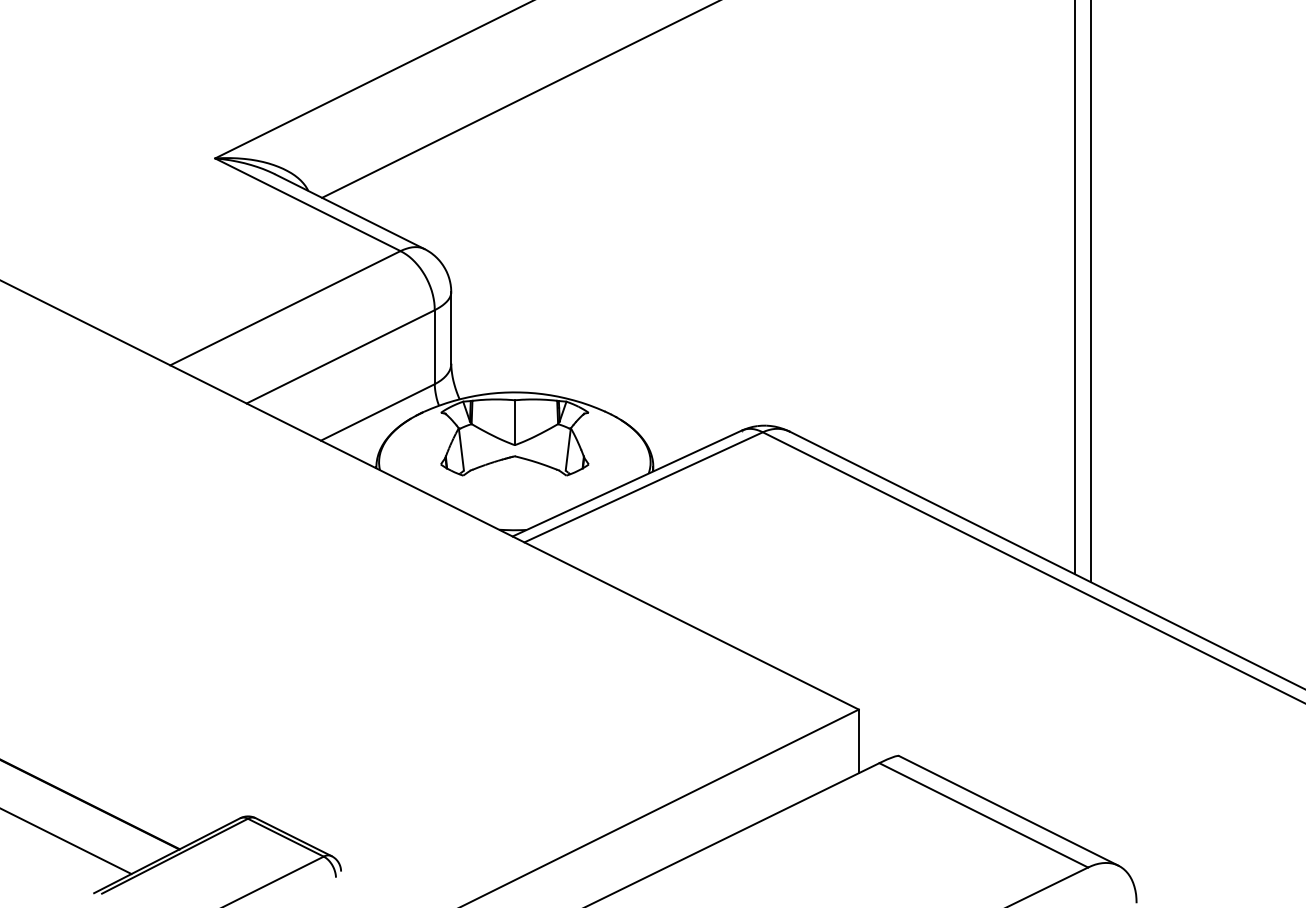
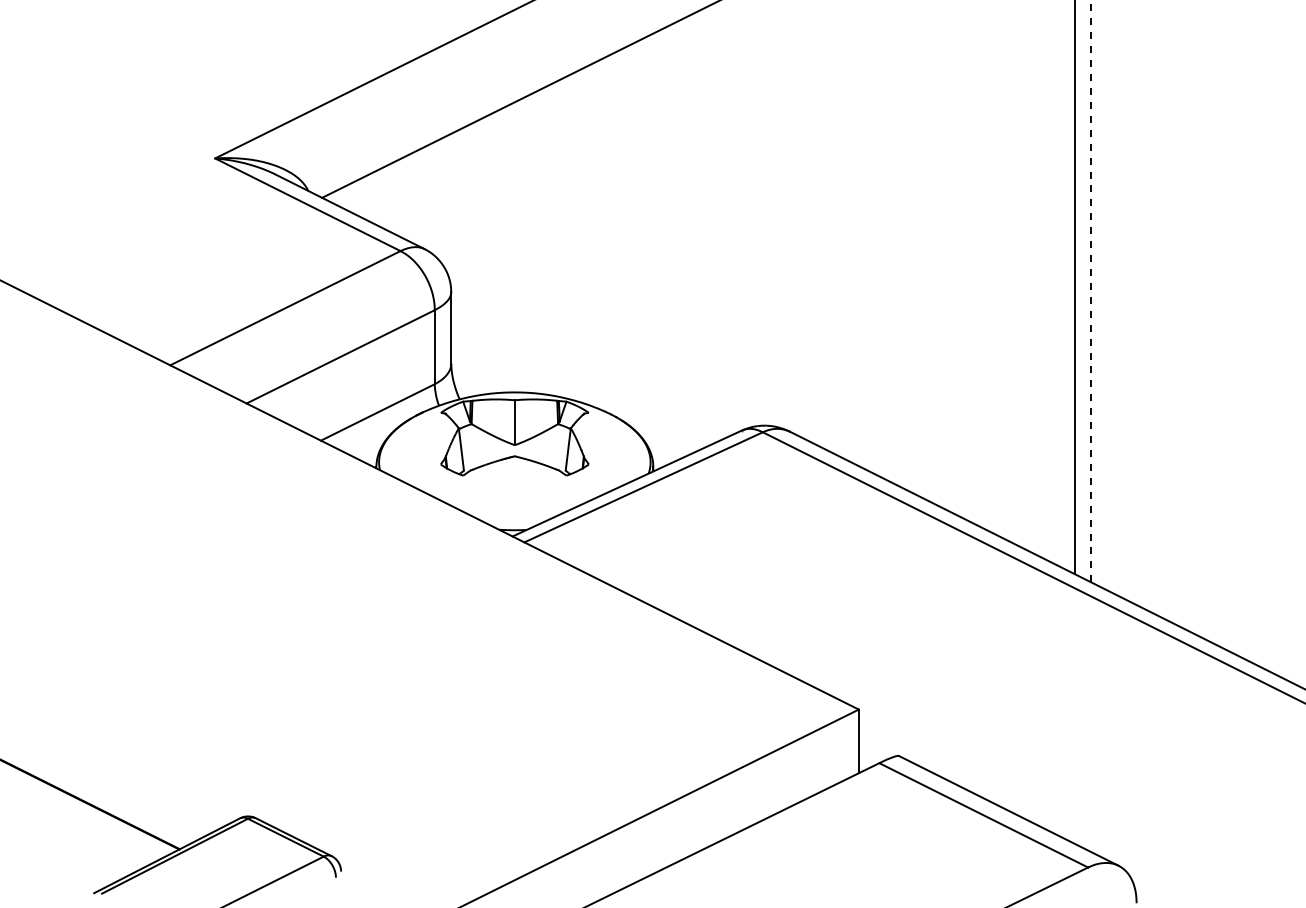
line at (1091, 291): solid -> dashed
line at (66, 841): present -> none
